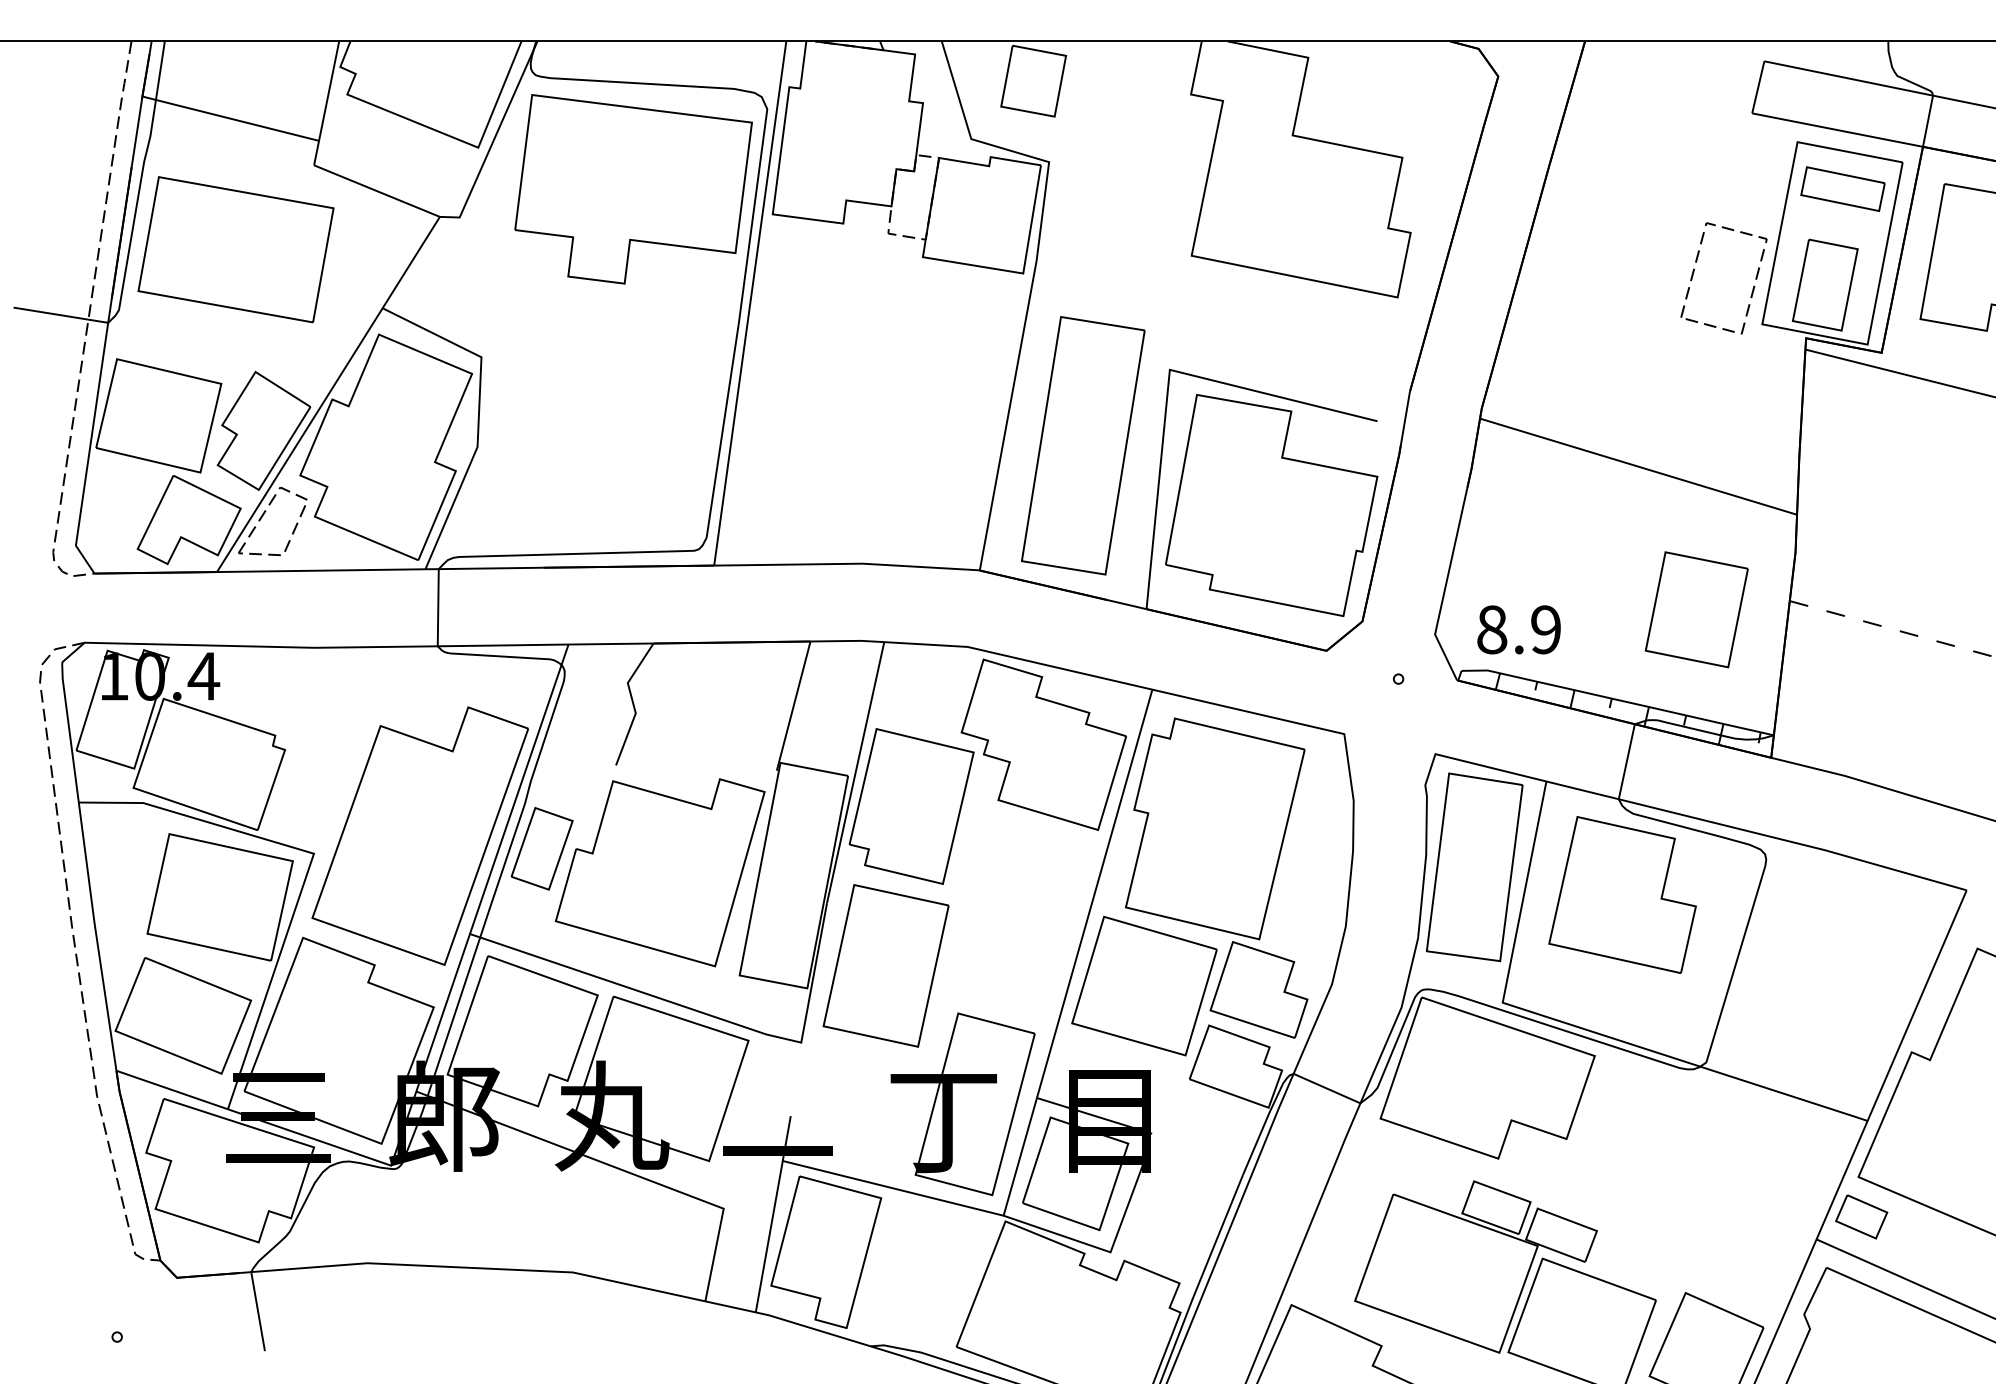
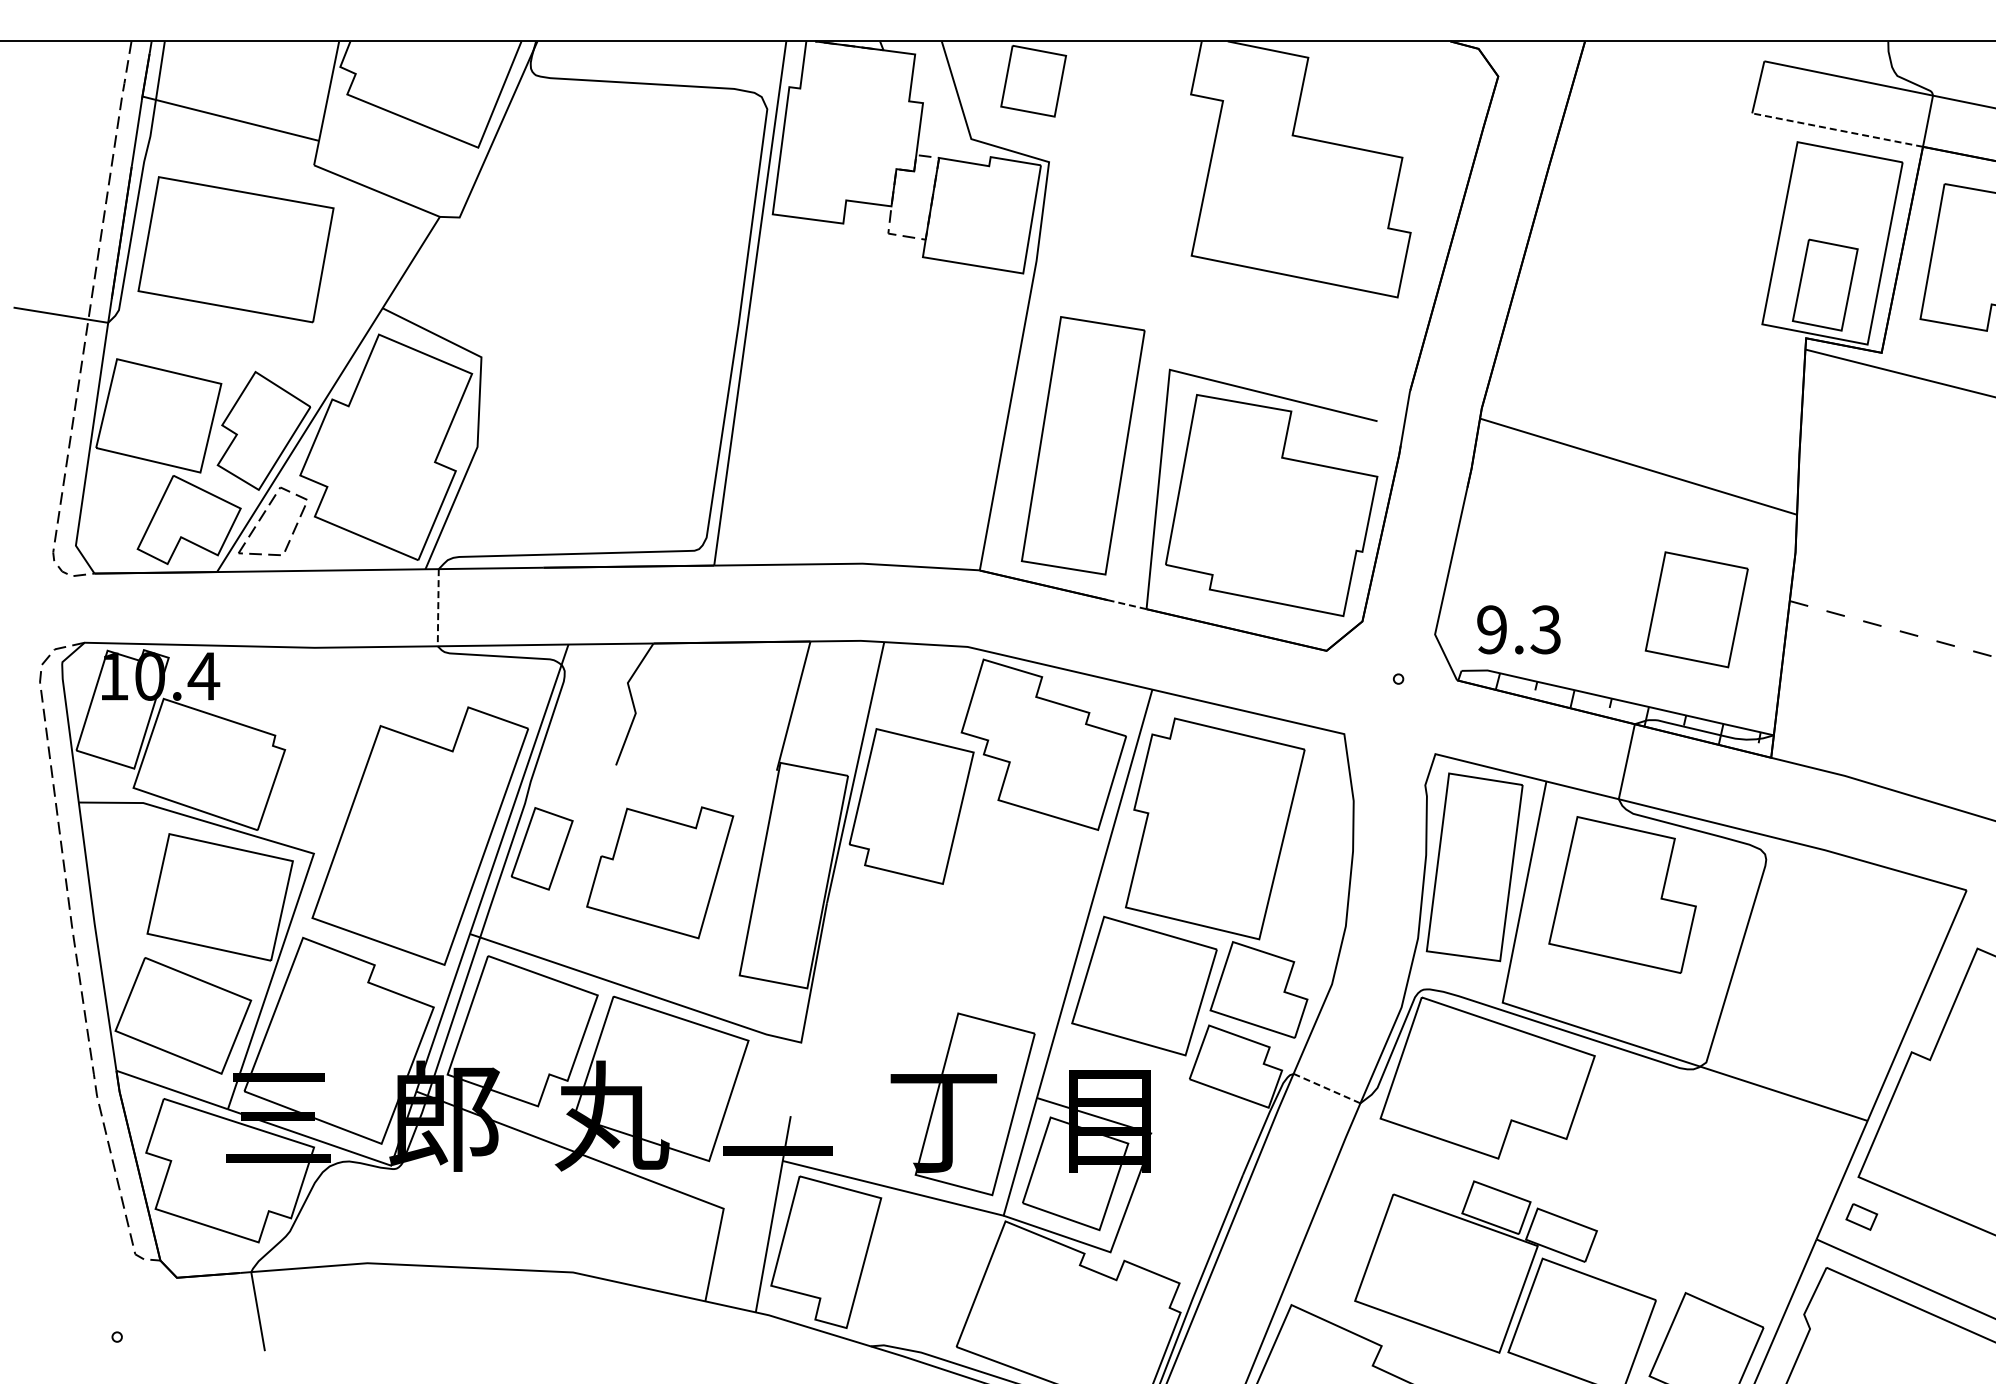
line at (1837, 130): solid -> dashed
part at (1842, 188): present -> none
part at (633, 189): present -> none
part at (1694, 272): present -> none
line at (1127, 604): solid -> dashed
line at (438, 607): solid -> dashed
text at (1518, 629): 8.9 -> 9.3
part at (659, 872) size: 212x190 px -> 149x134 px
part at (885, 965): present -> none
line at (1326, 1088): solid -> dashed
part at (1861, 1216) size: 54x46 px -> 34x28 px
